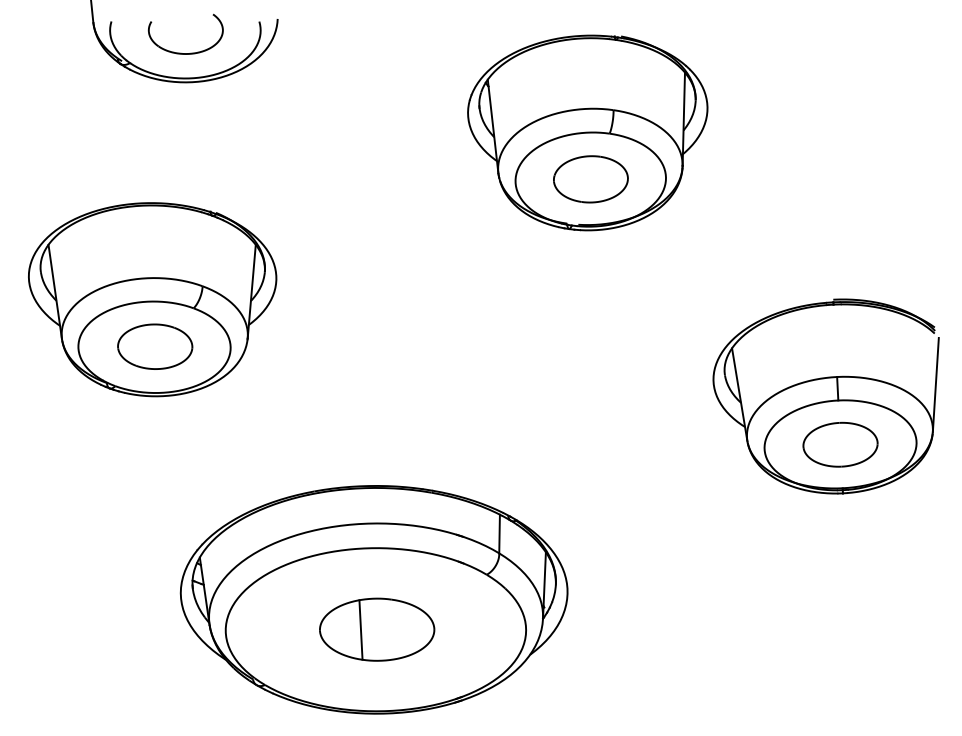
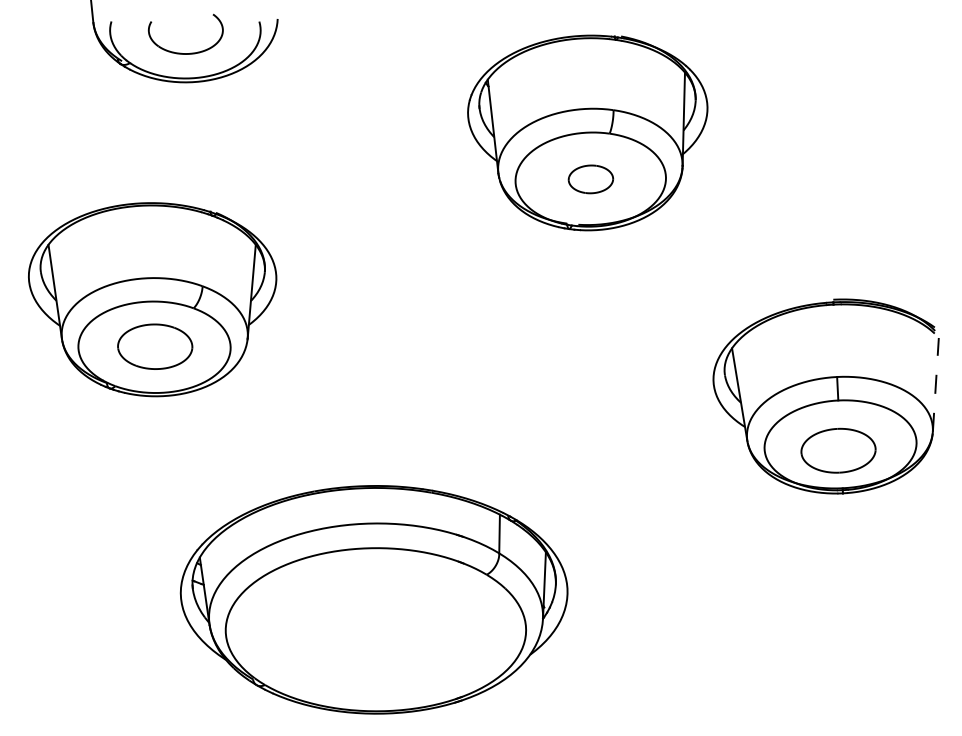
part at (590, 179) size: 76x49 px -> 48x31 px
line at (935, 384): solid -> dashed
part at (840, 444) position: (840, 444) -> (838, 450)
part at (377, 629): present -> none
